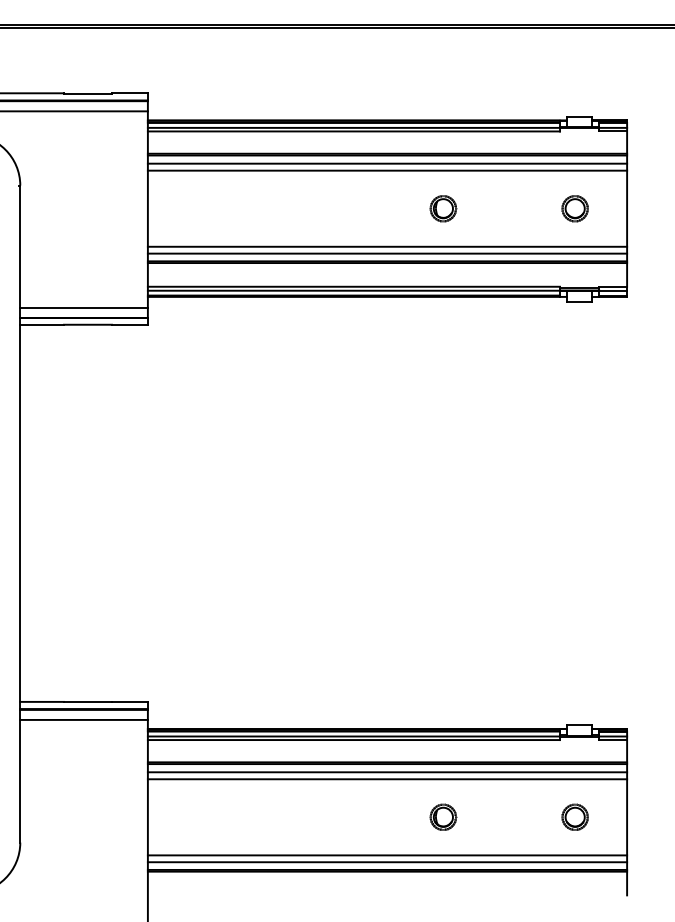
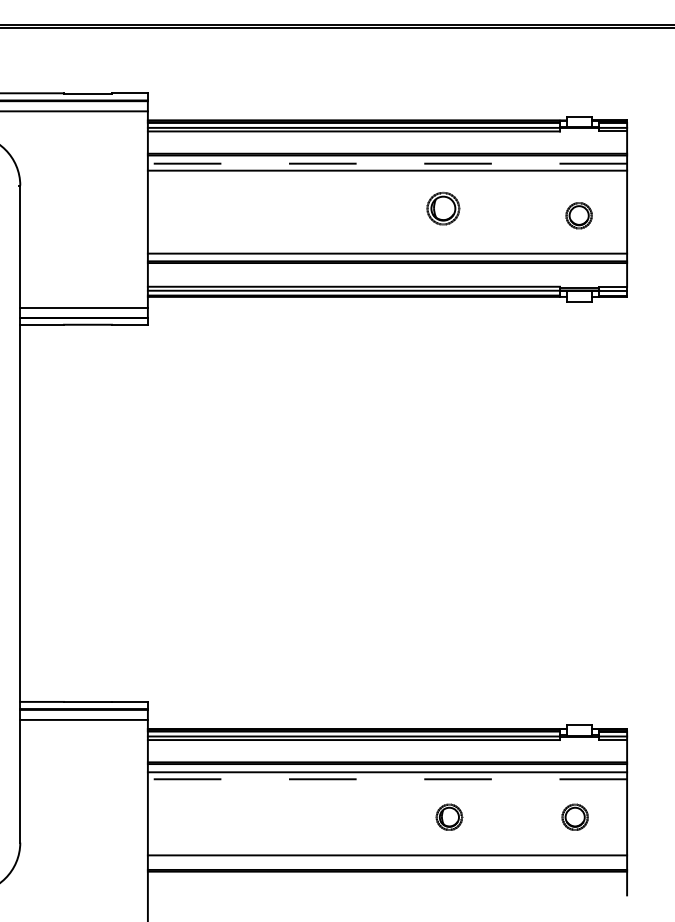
line at (387, 163): solid -> dashed
part at (443, 208) size: 29x28 px -> 35x35 px
part at (574, 208) position: (574, 208) -> (578, 215)
line at (387, 246): present -> none
line at (387, 779): solid -> dashed
part at (443, 816) position: (443, 816) -> (449, 816)
line at (387, 862): present -> none
